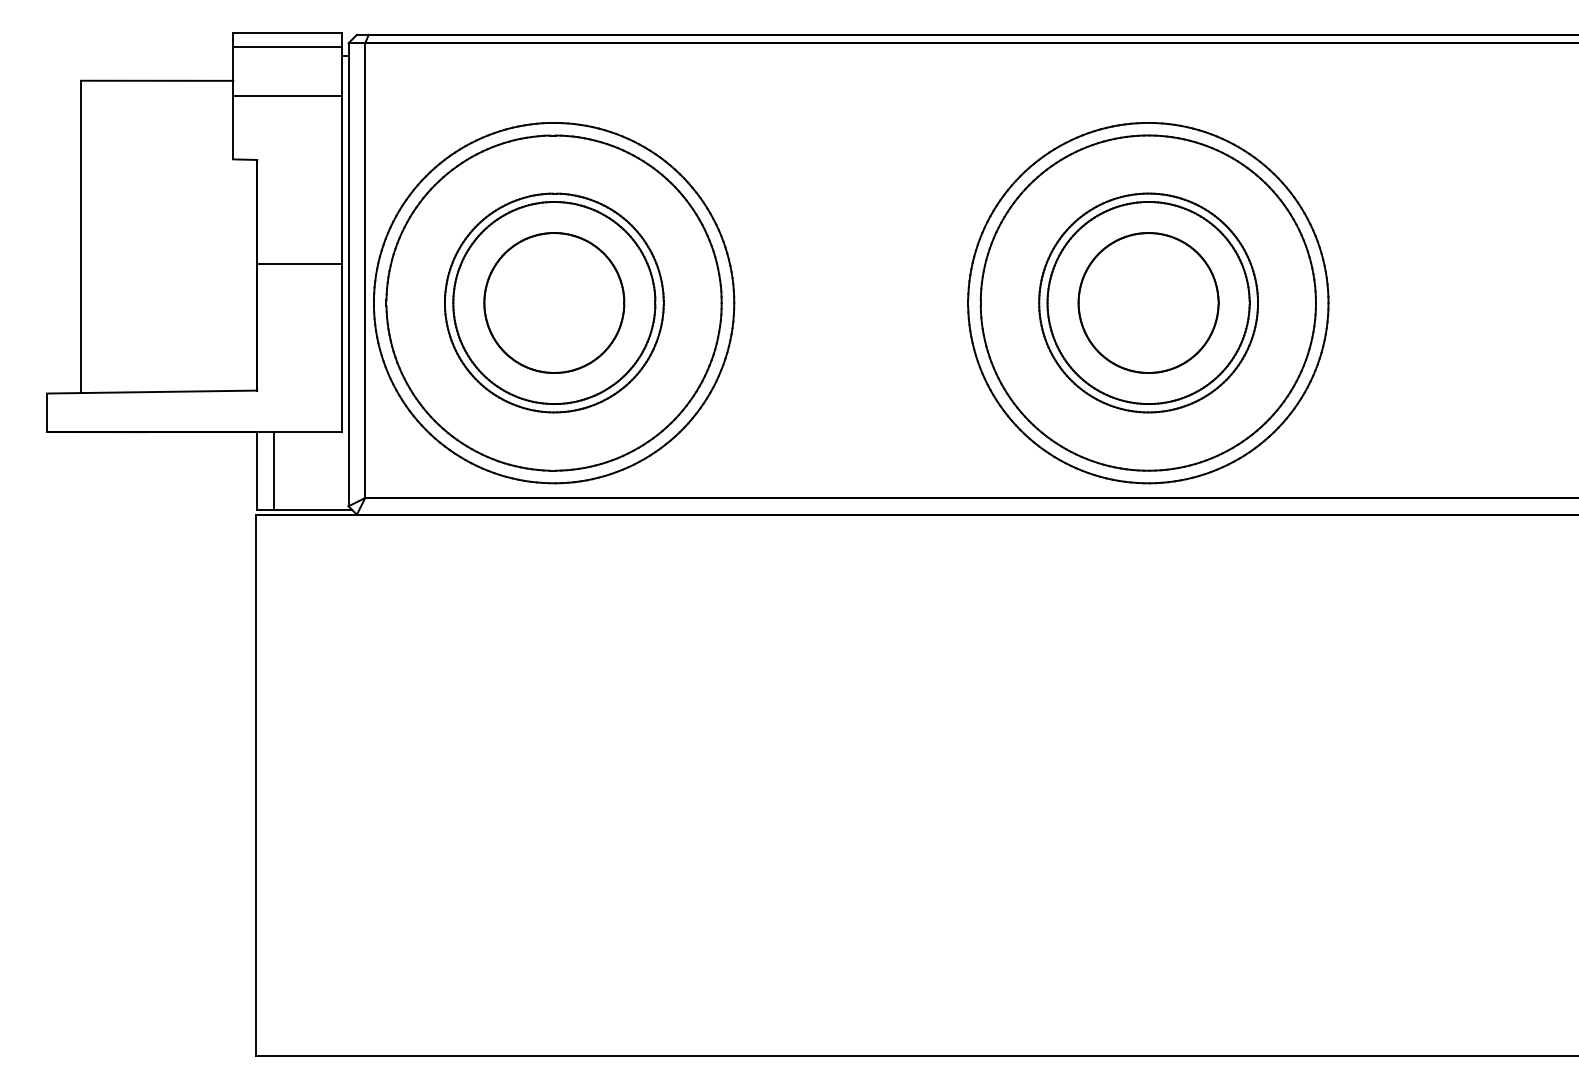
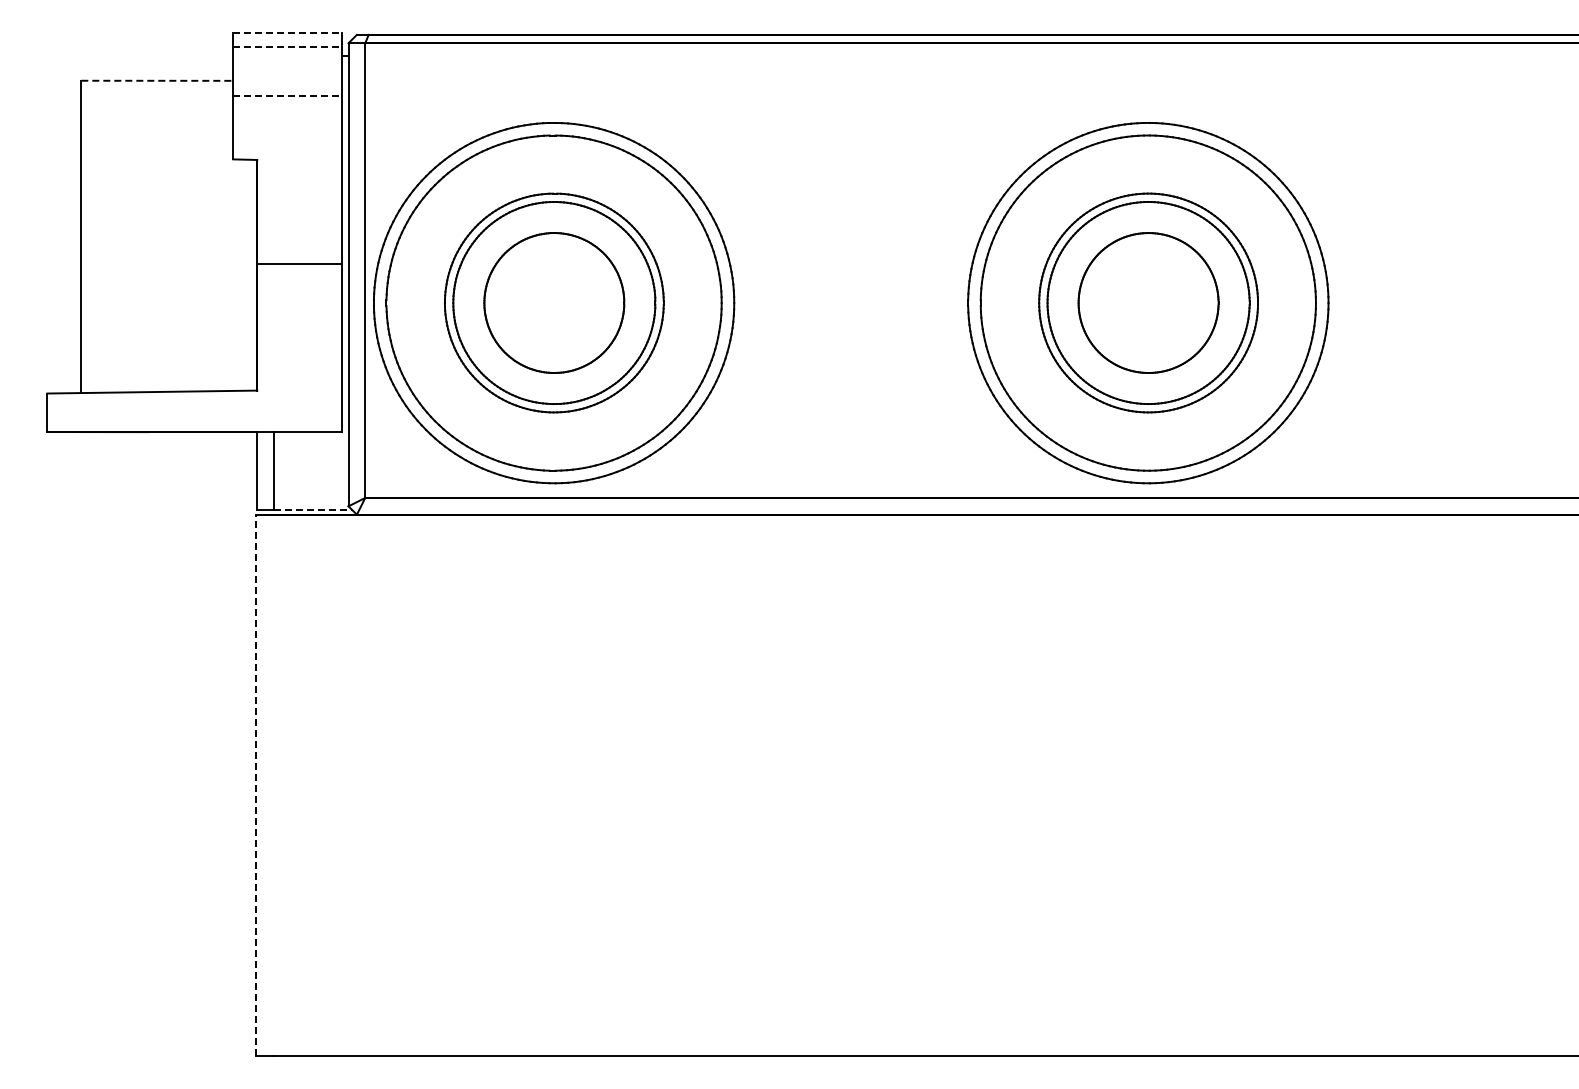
line at (287, 32): solid -> dashed
line at (287, 47): solid -> dashed
line at (157, 80): solid -> dashed
line at (287, 95): solid -> dashed
line at (313, 509): solid -> dashed
line at (256, 785): solid -> dashed
